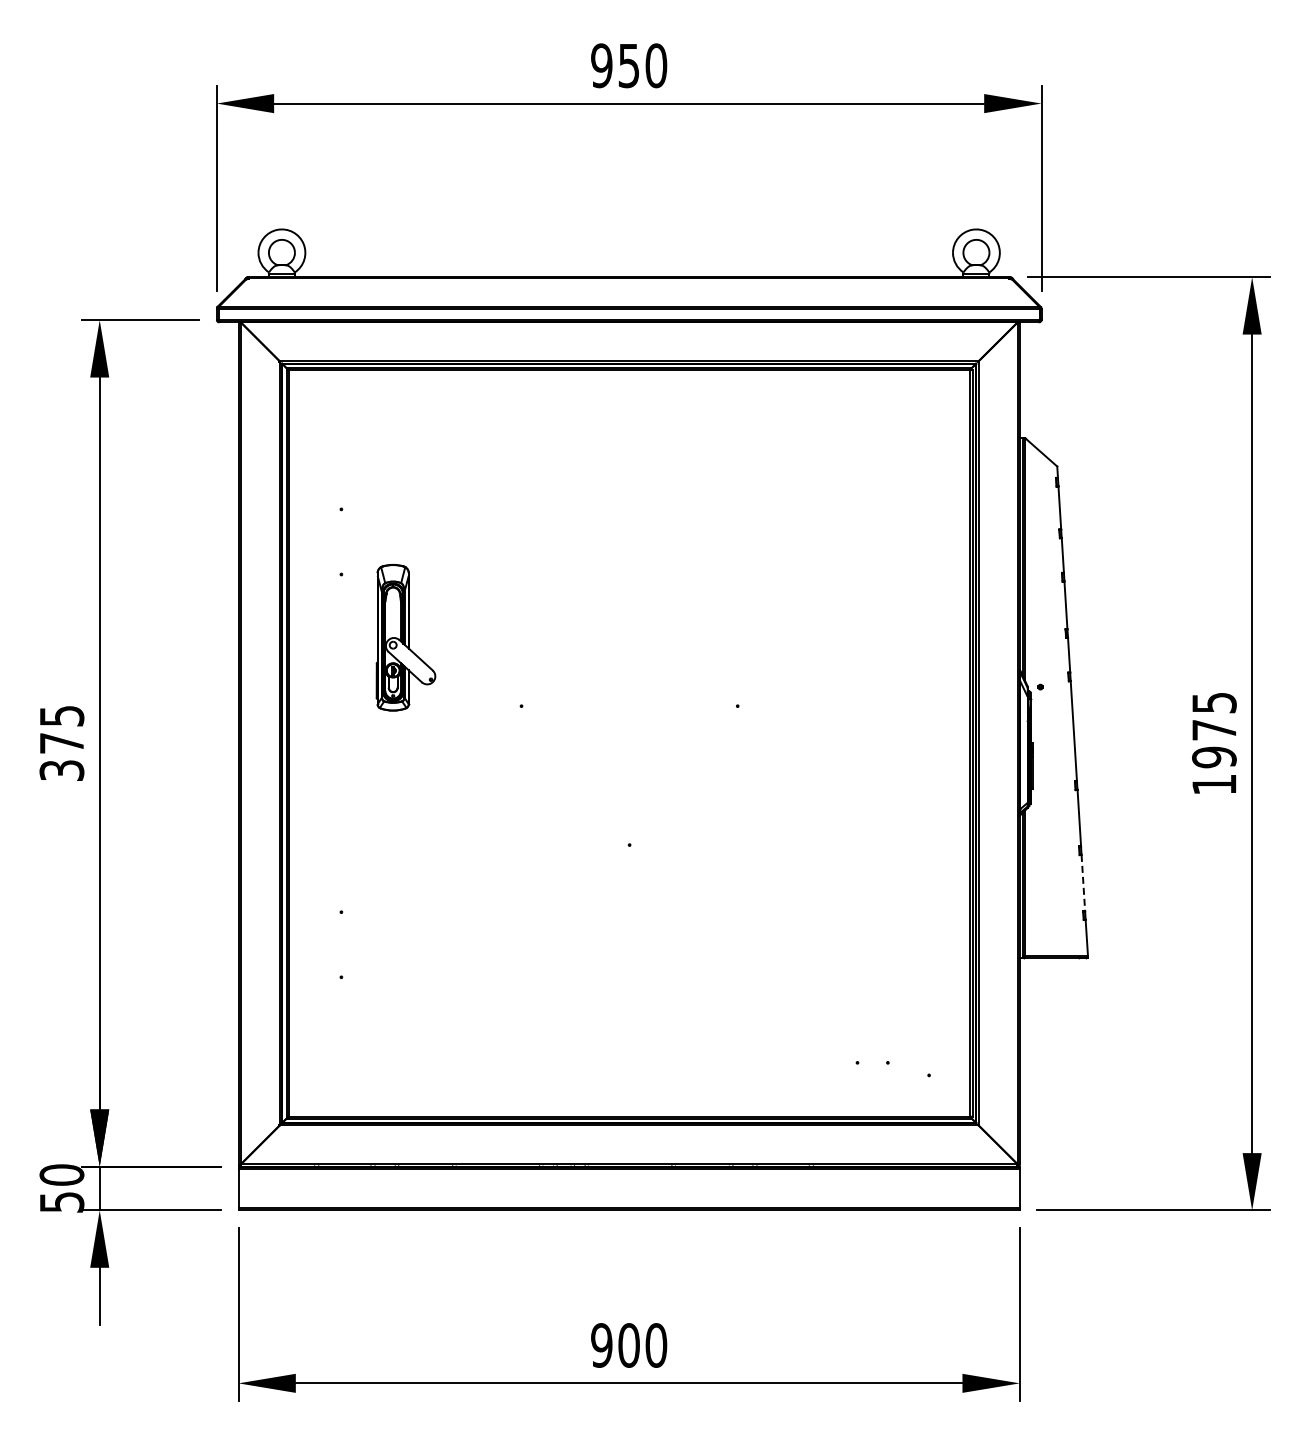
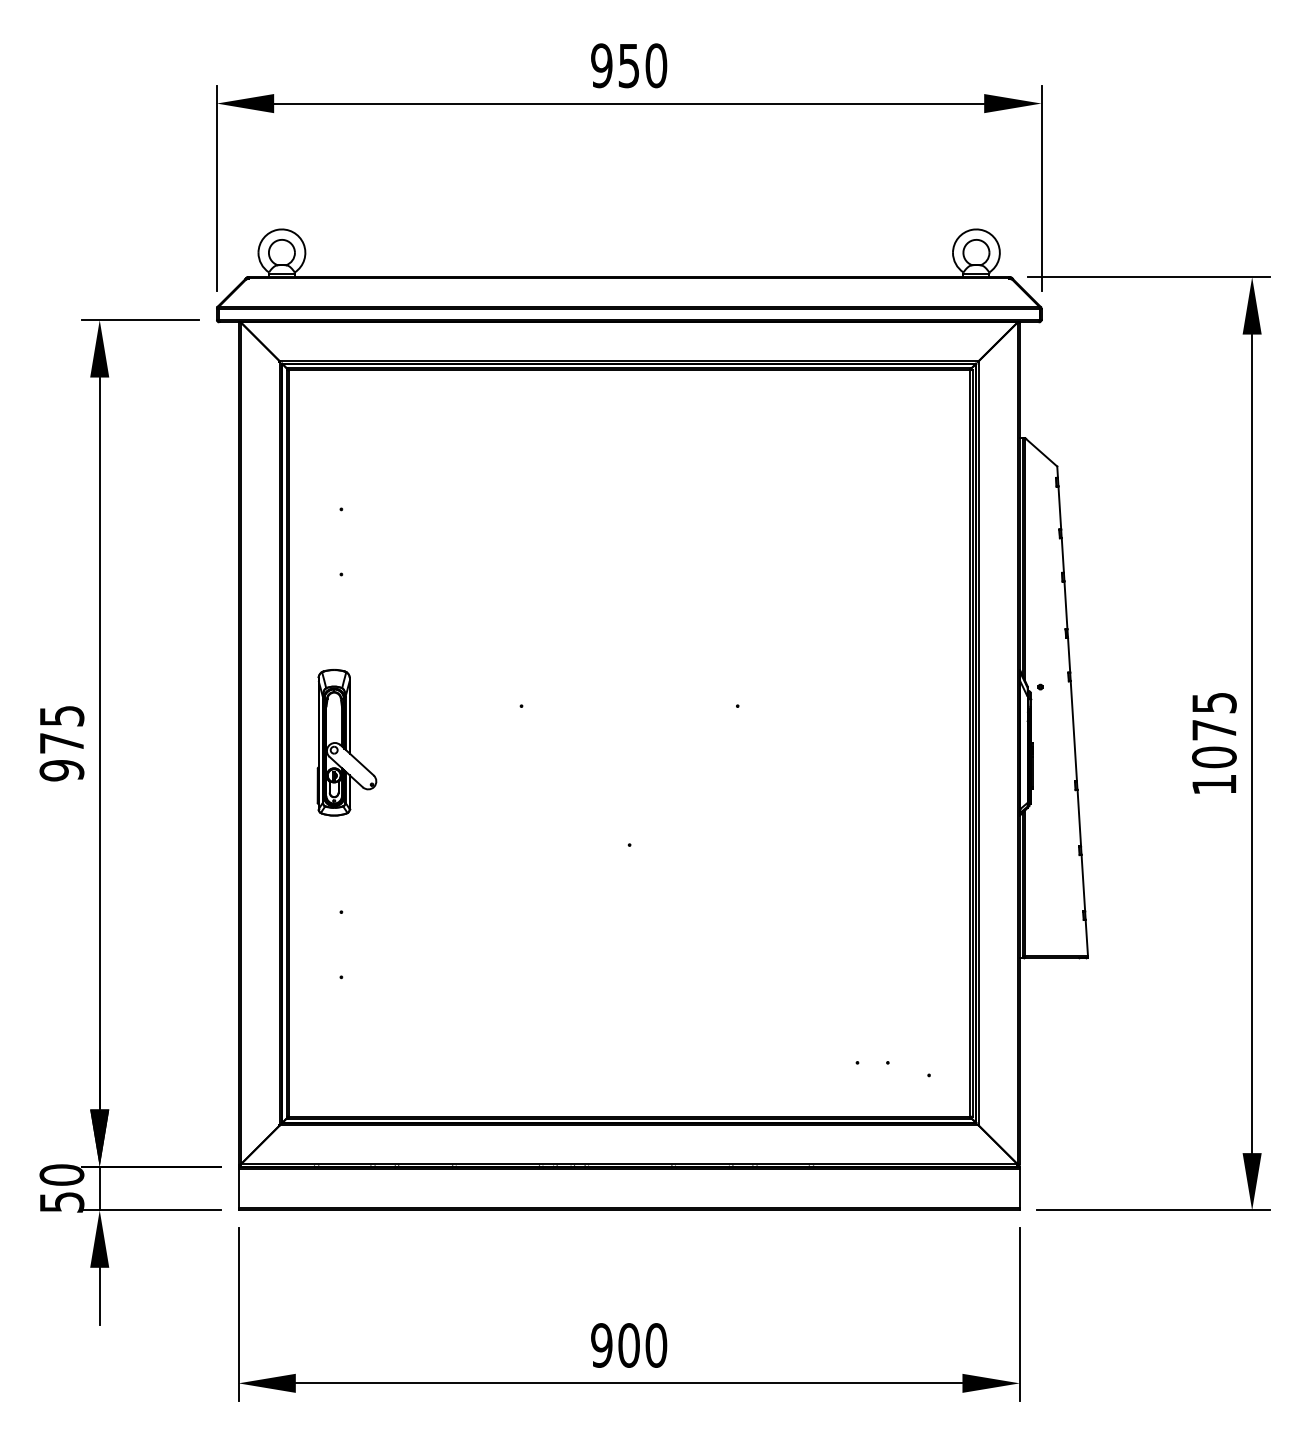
part at (405, 637) position: (405, 637) -> (346, 742)
text at (1214, 757): 1975 -> 1075
text at (61, 770): 375 -> 975
line at (1083, 883): dashed -> solid
